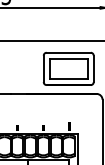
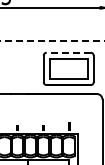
line at (52, 41): solid -> dashed
line at (68, 52): solid -> dashed
